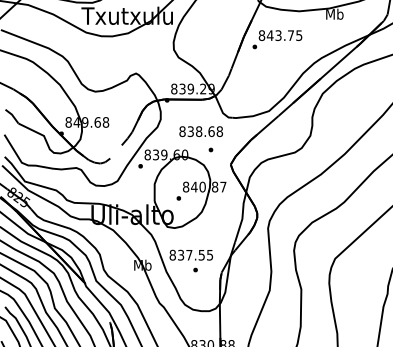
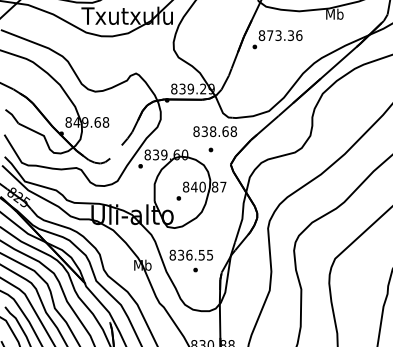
text at (284, 35): 843.75 -> 873.36
text at (200, 131) position: (200, 131) -> (214, 131)
text at (189, 254): 837.55 -> 836.55
